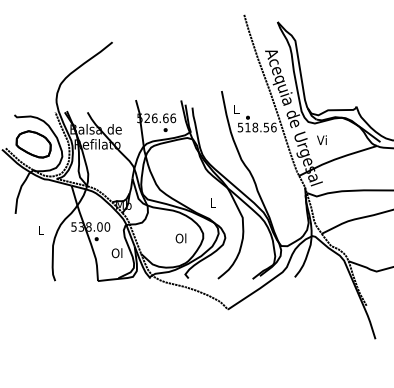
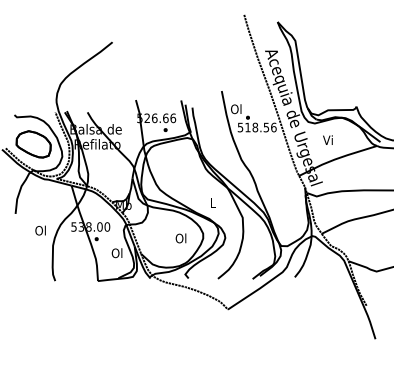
text at (236, 109): L -> Ol
text at (321, 139) position: (321, 139) -> (327, 139)
text at (40, 230): L -> Ol
